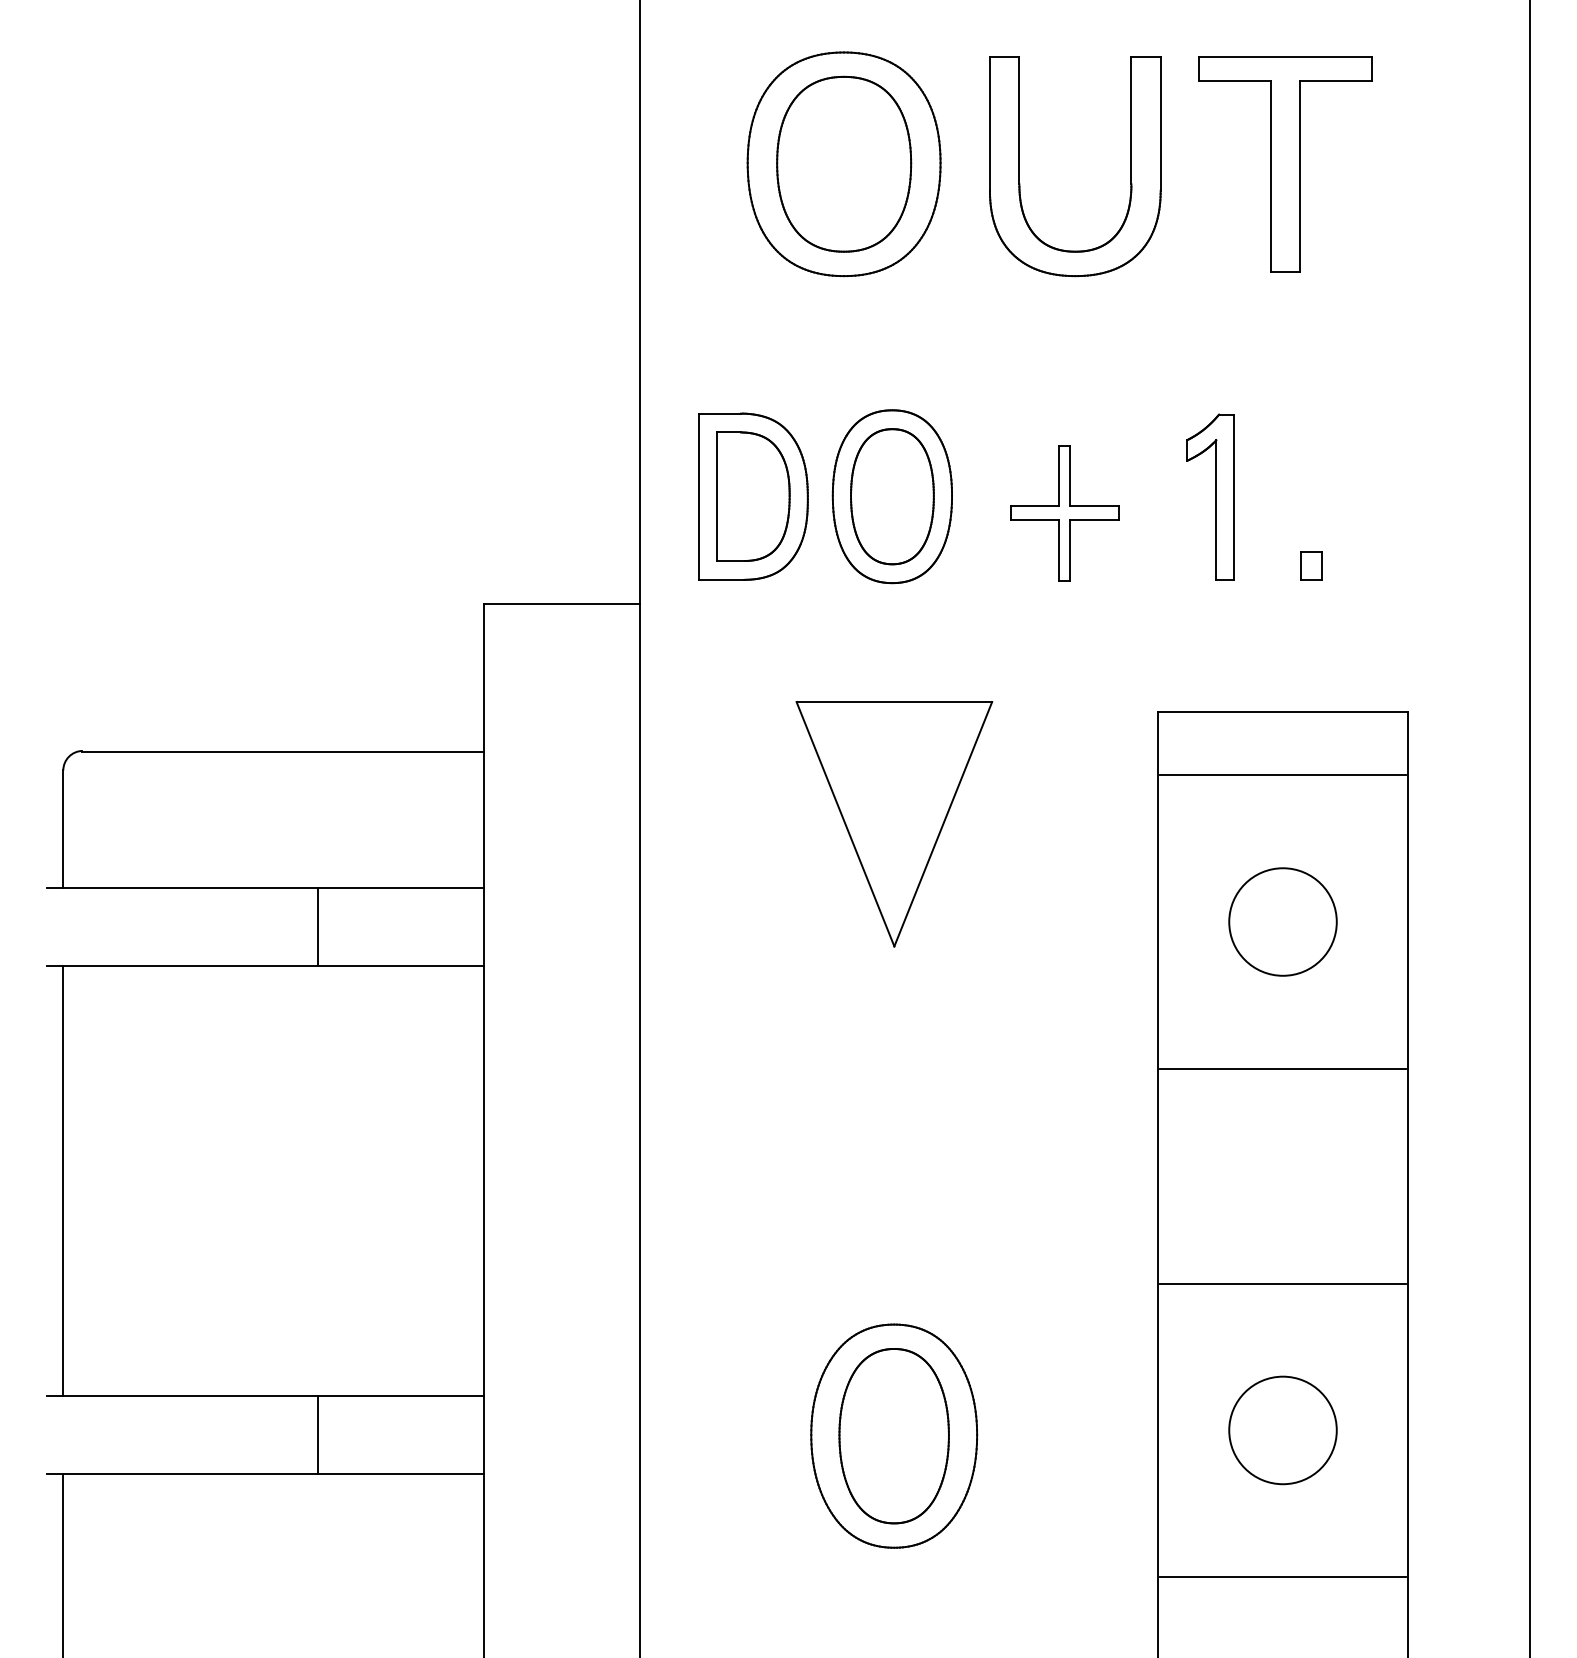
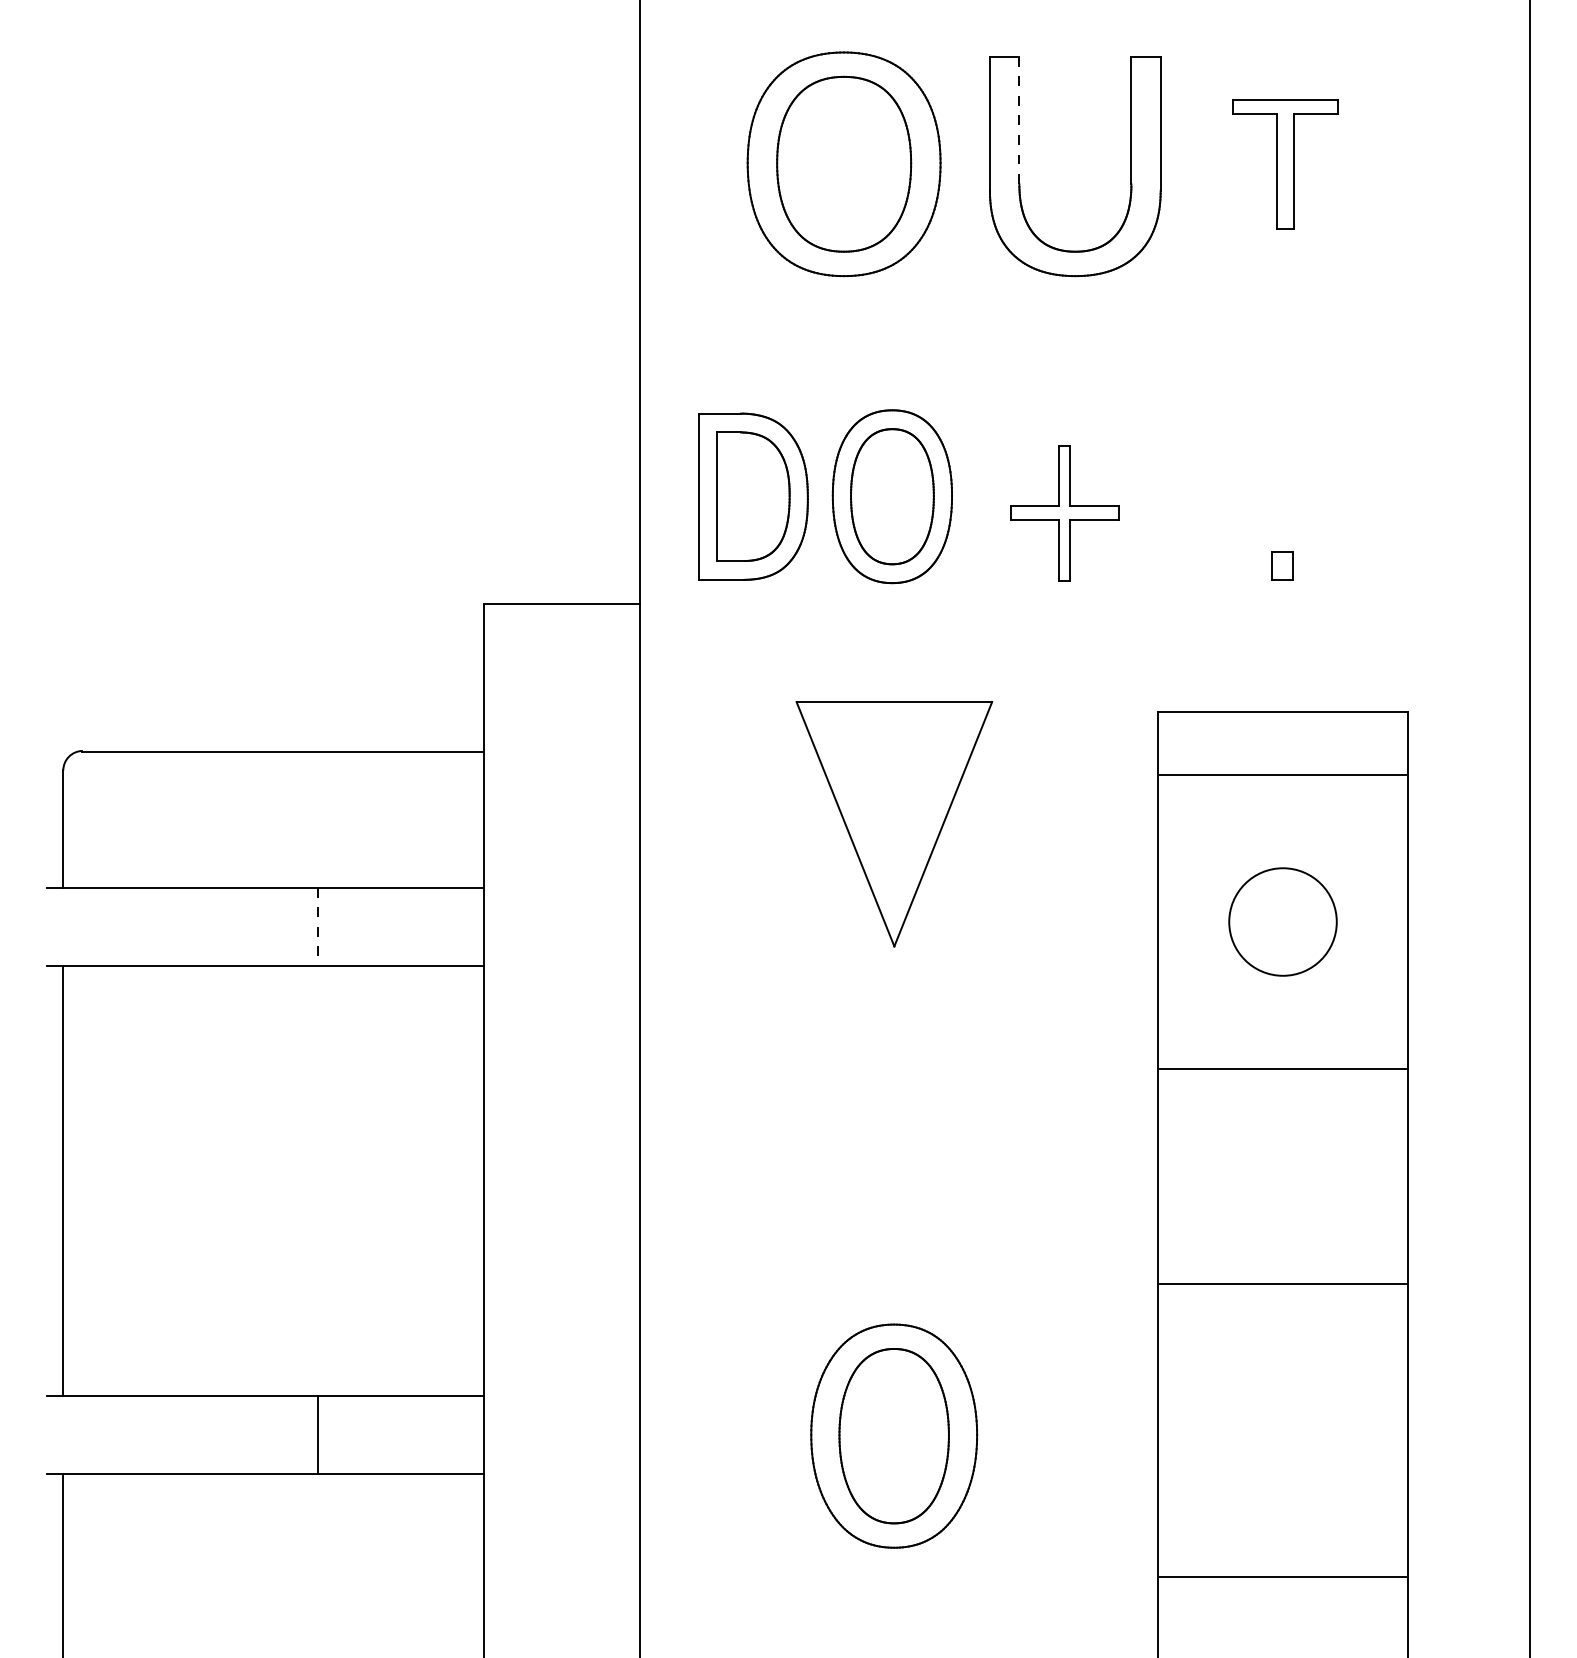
line at (1019, 120): solid -> dashed
part at (1285, 164) size: 175x217 px -> 107x131 px
part at (1210, 496): present -> none
part at (1311, 565) position: (1311, 565) -> (1282, 565)
line at (317, 927): solid -> dashed
circle at (1282, 1430): present -> none
